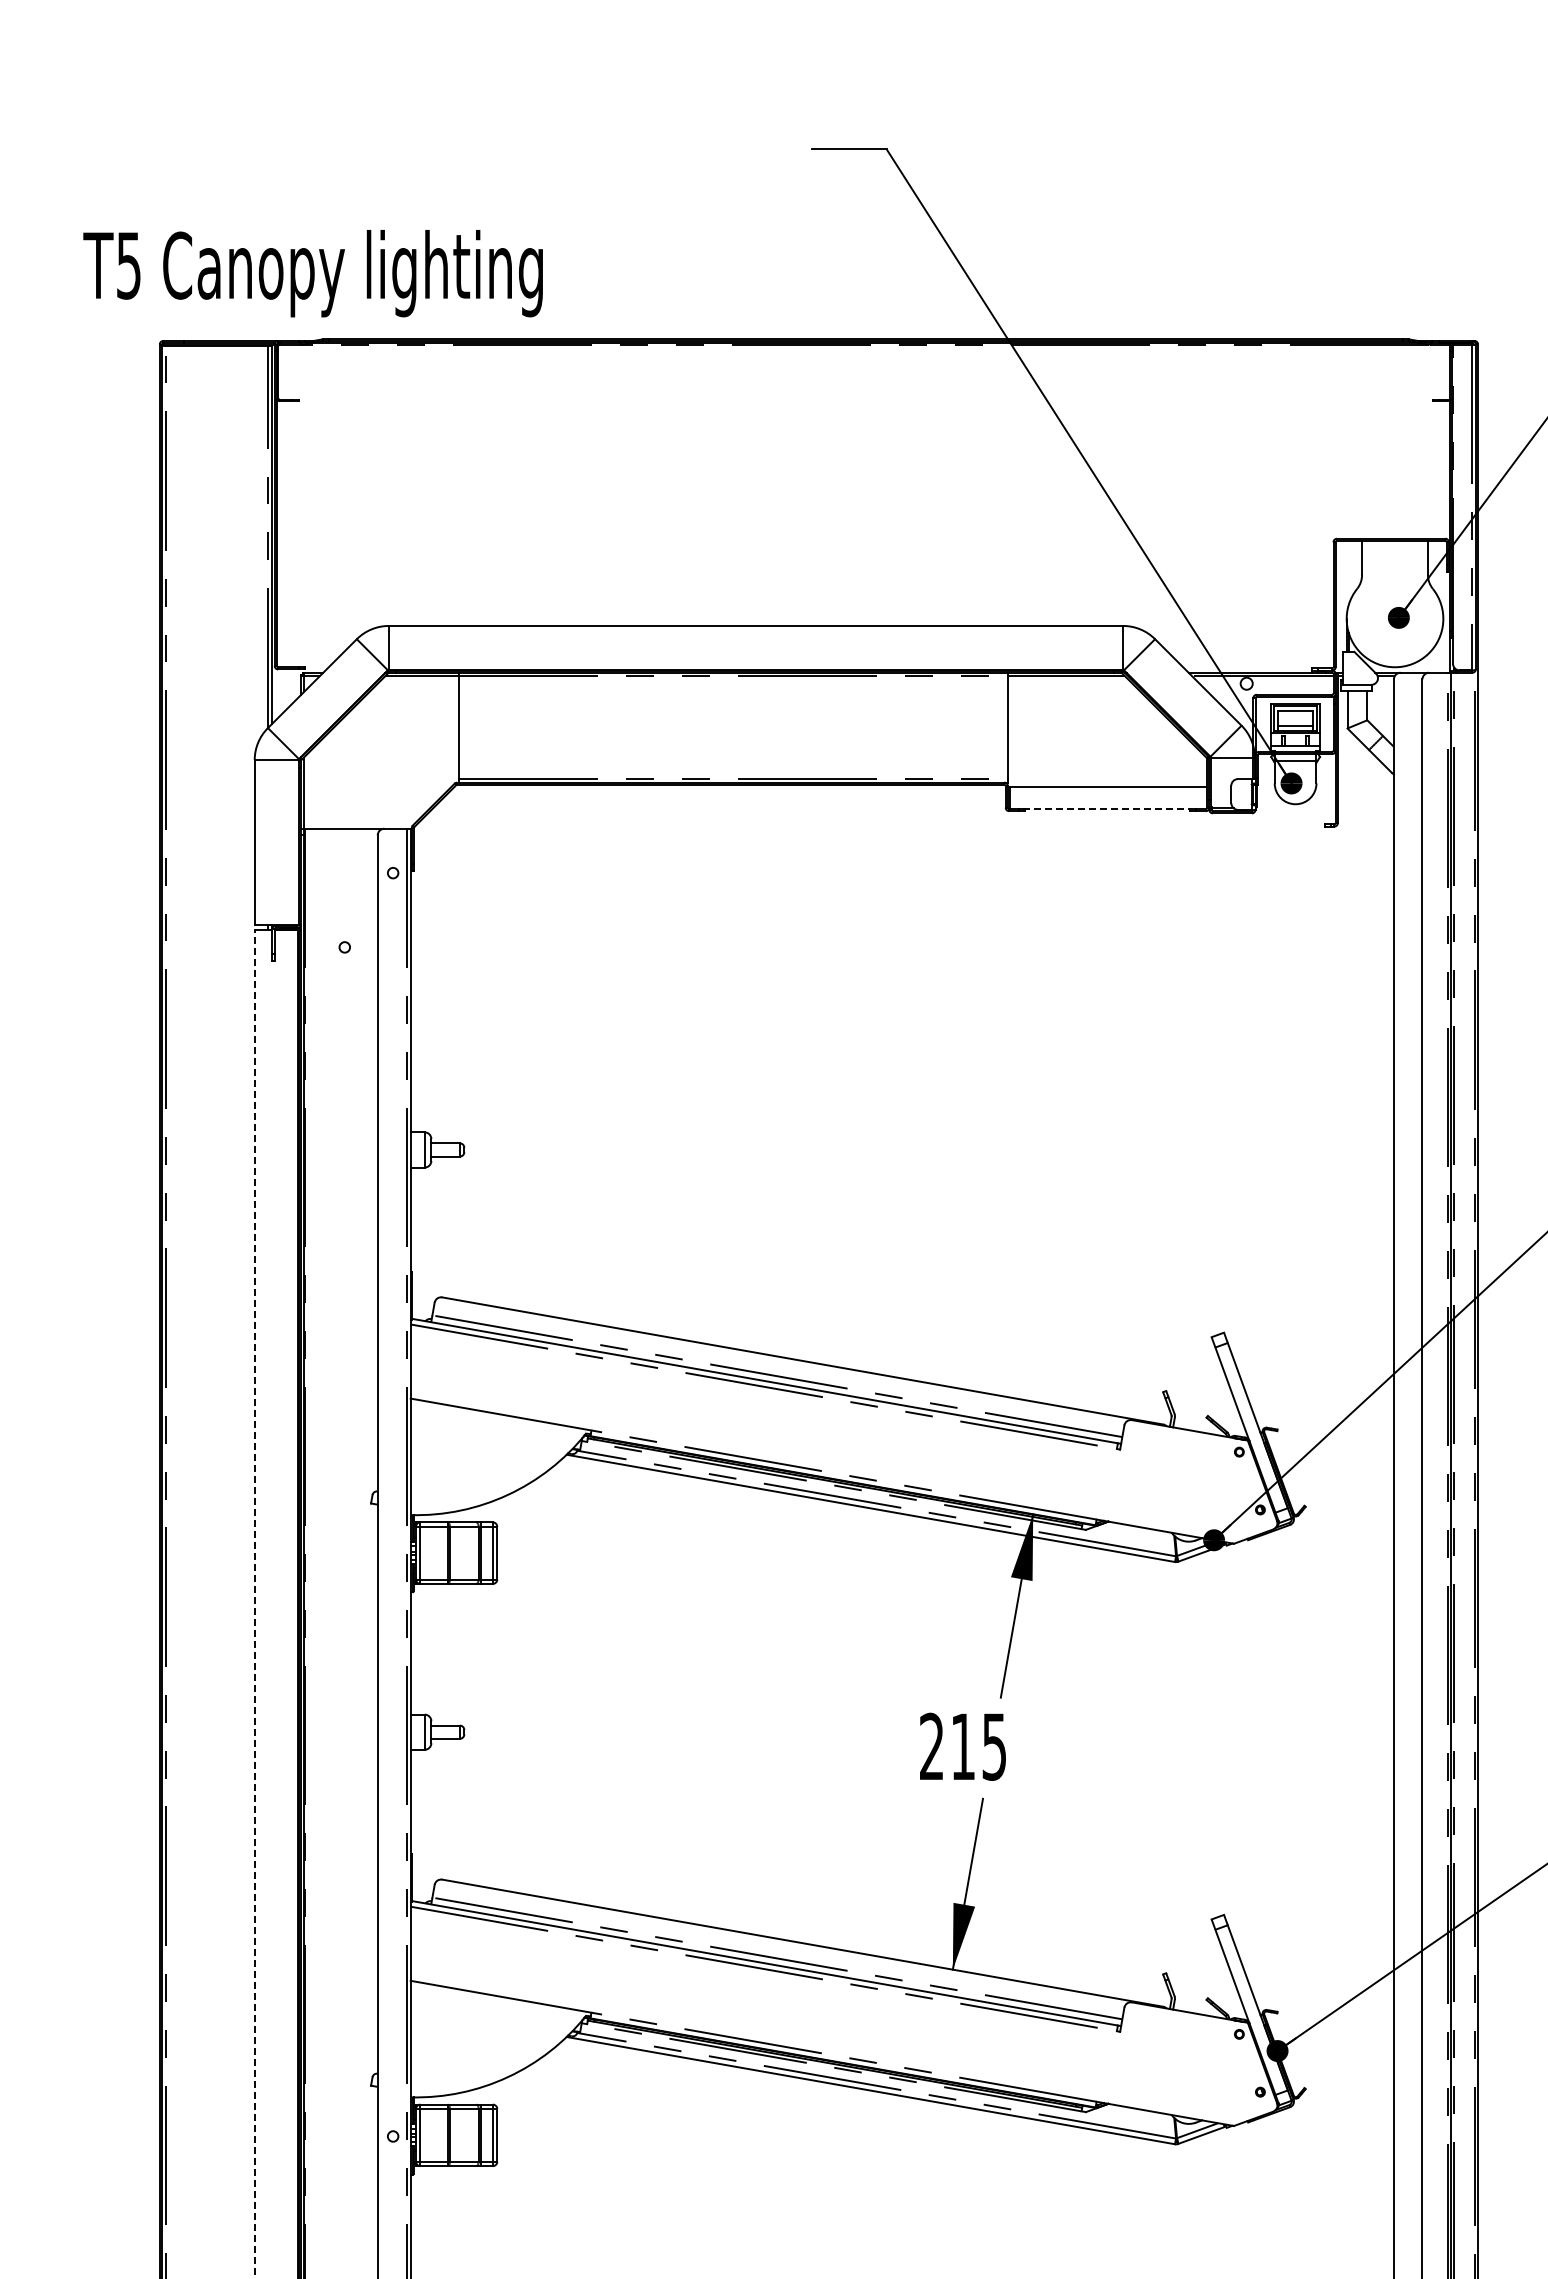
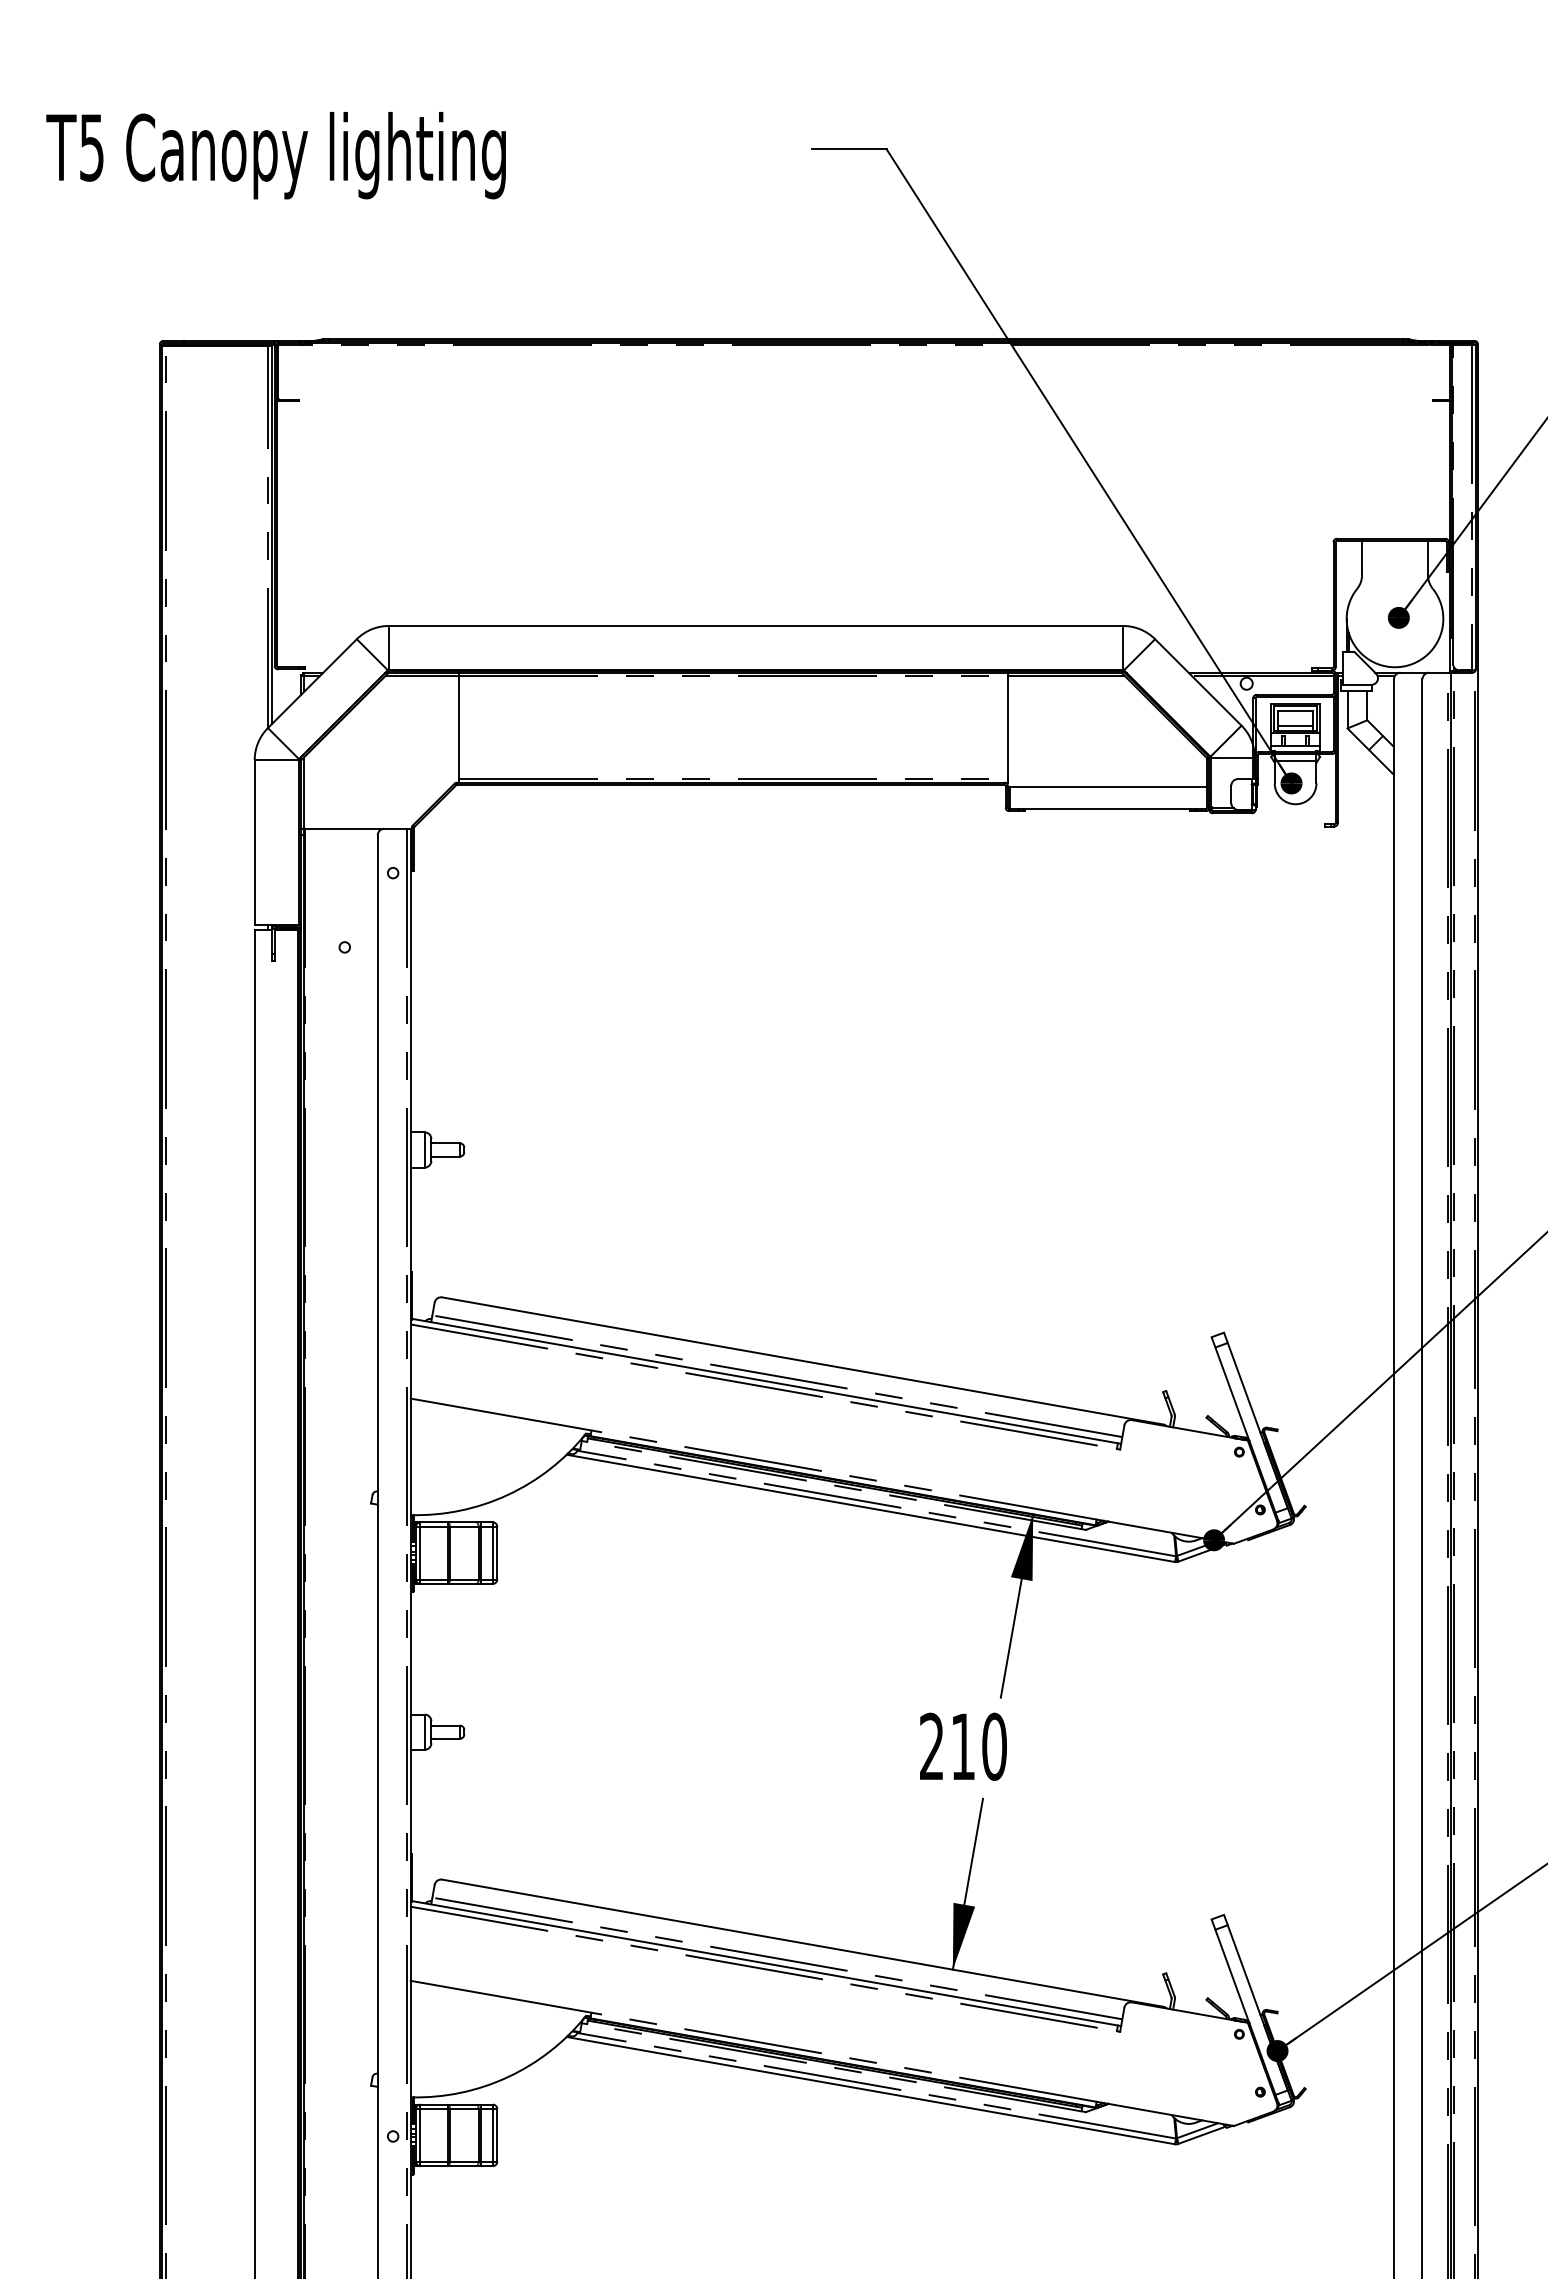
text at (312, 273) position: (312, 273) -> (275, 155)
line at (1107, 808): dashed -> solid
line at (254, 1604): dashed -> solid
text at (994, 1746): 215 -> 210
